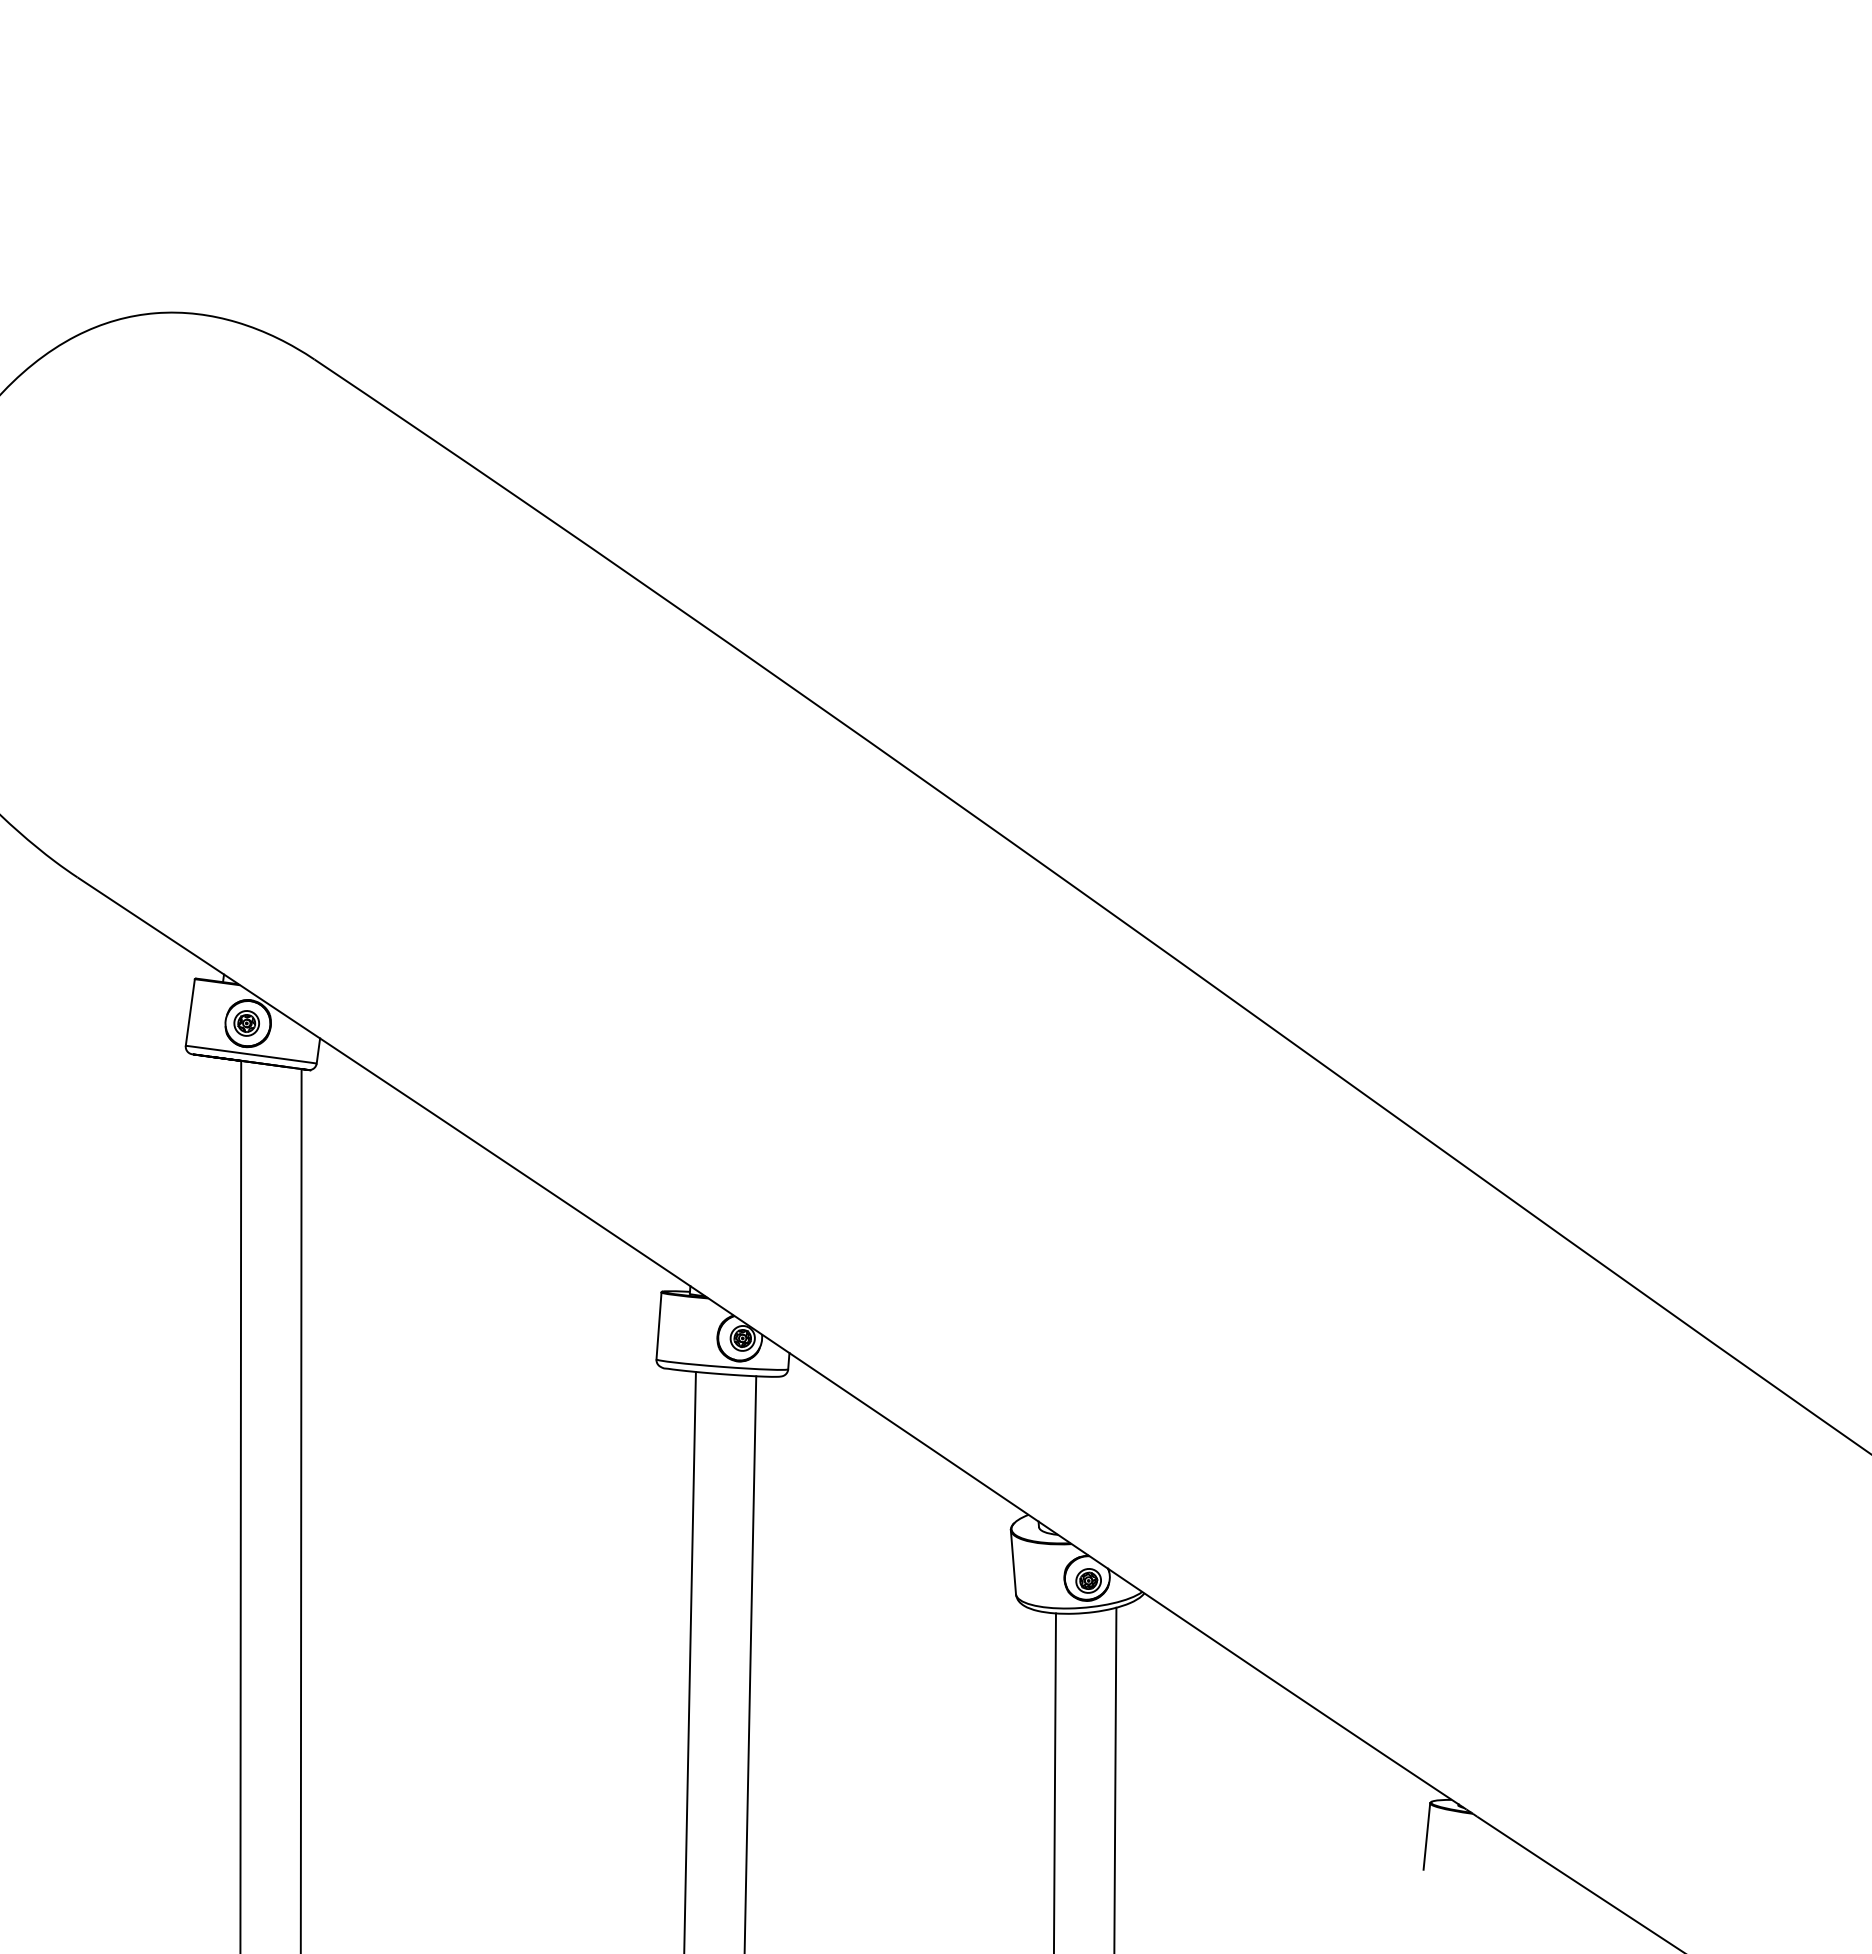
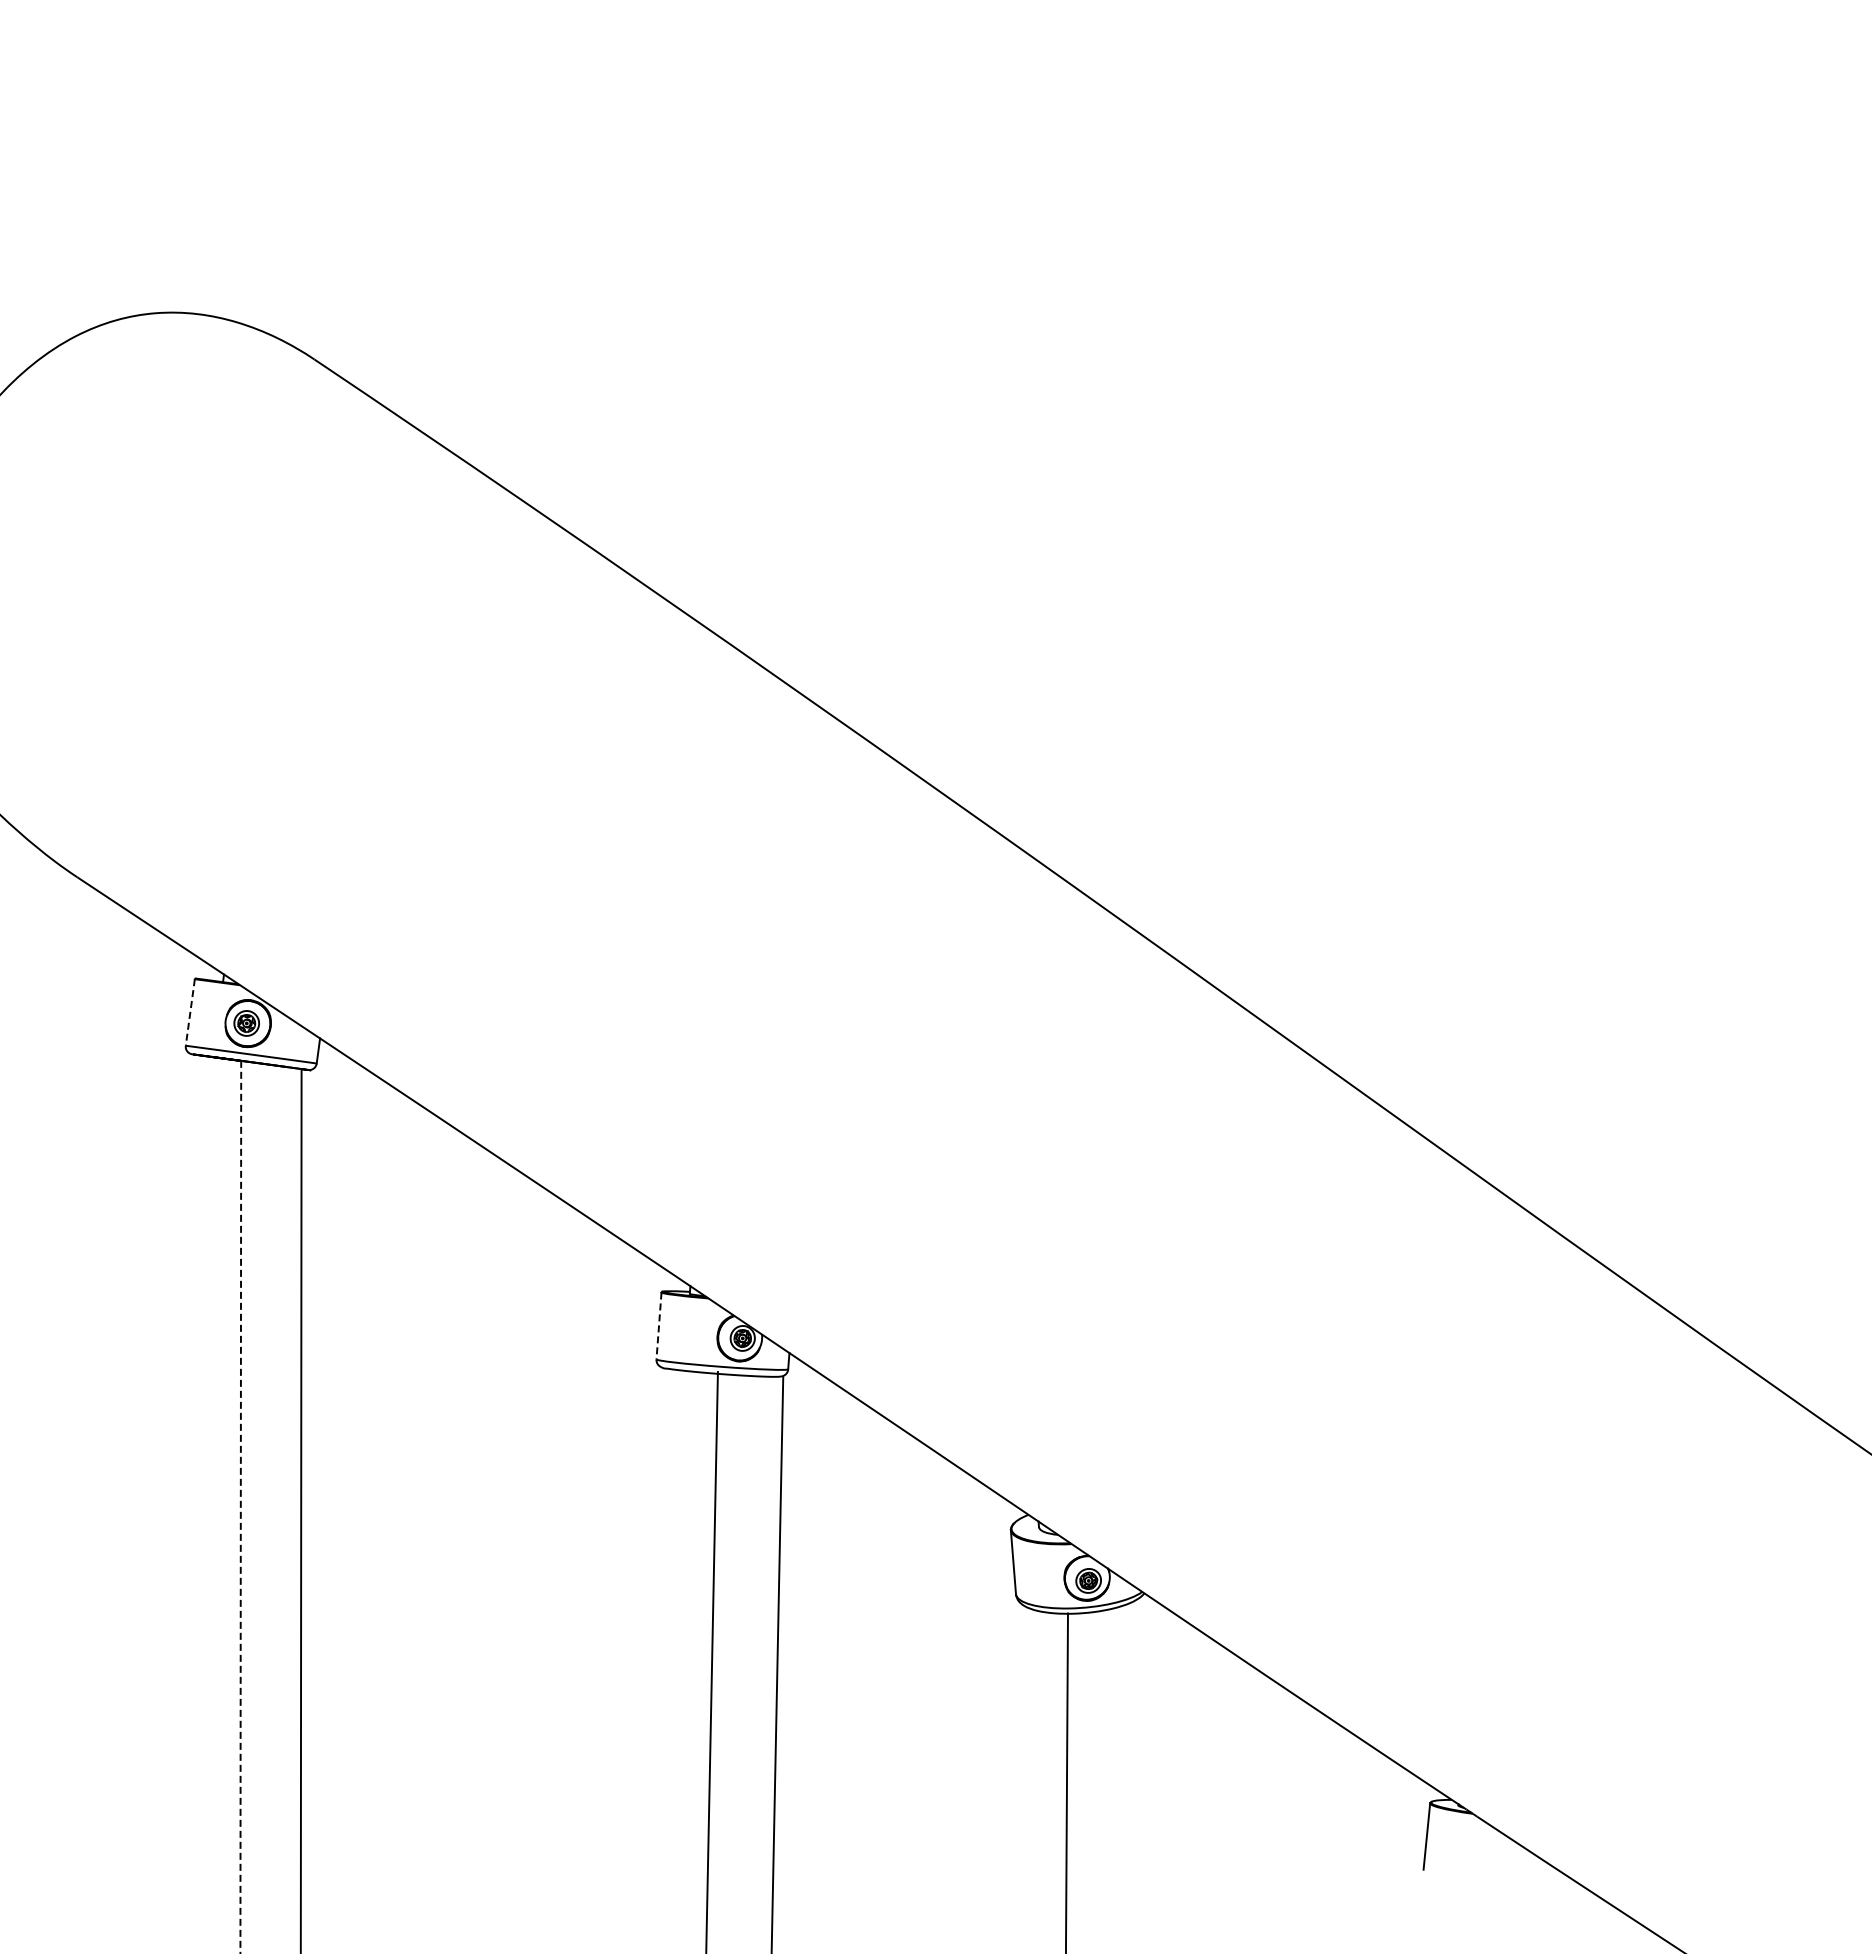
line at (190, 1012): solid -> dashed
line at (659, 1325): solid -> dashed
line at (240, 1507): solid -> dashed
line at (689, 1661) position: (689, 1661) -> (711, 1661)
line at (750, 1663) position: (750, 1663) -> (777, 1663)
line at (1115, 1778): present -> none
line at (1054, 1781) position: (1054, 1781) -> (1066, 1781)
